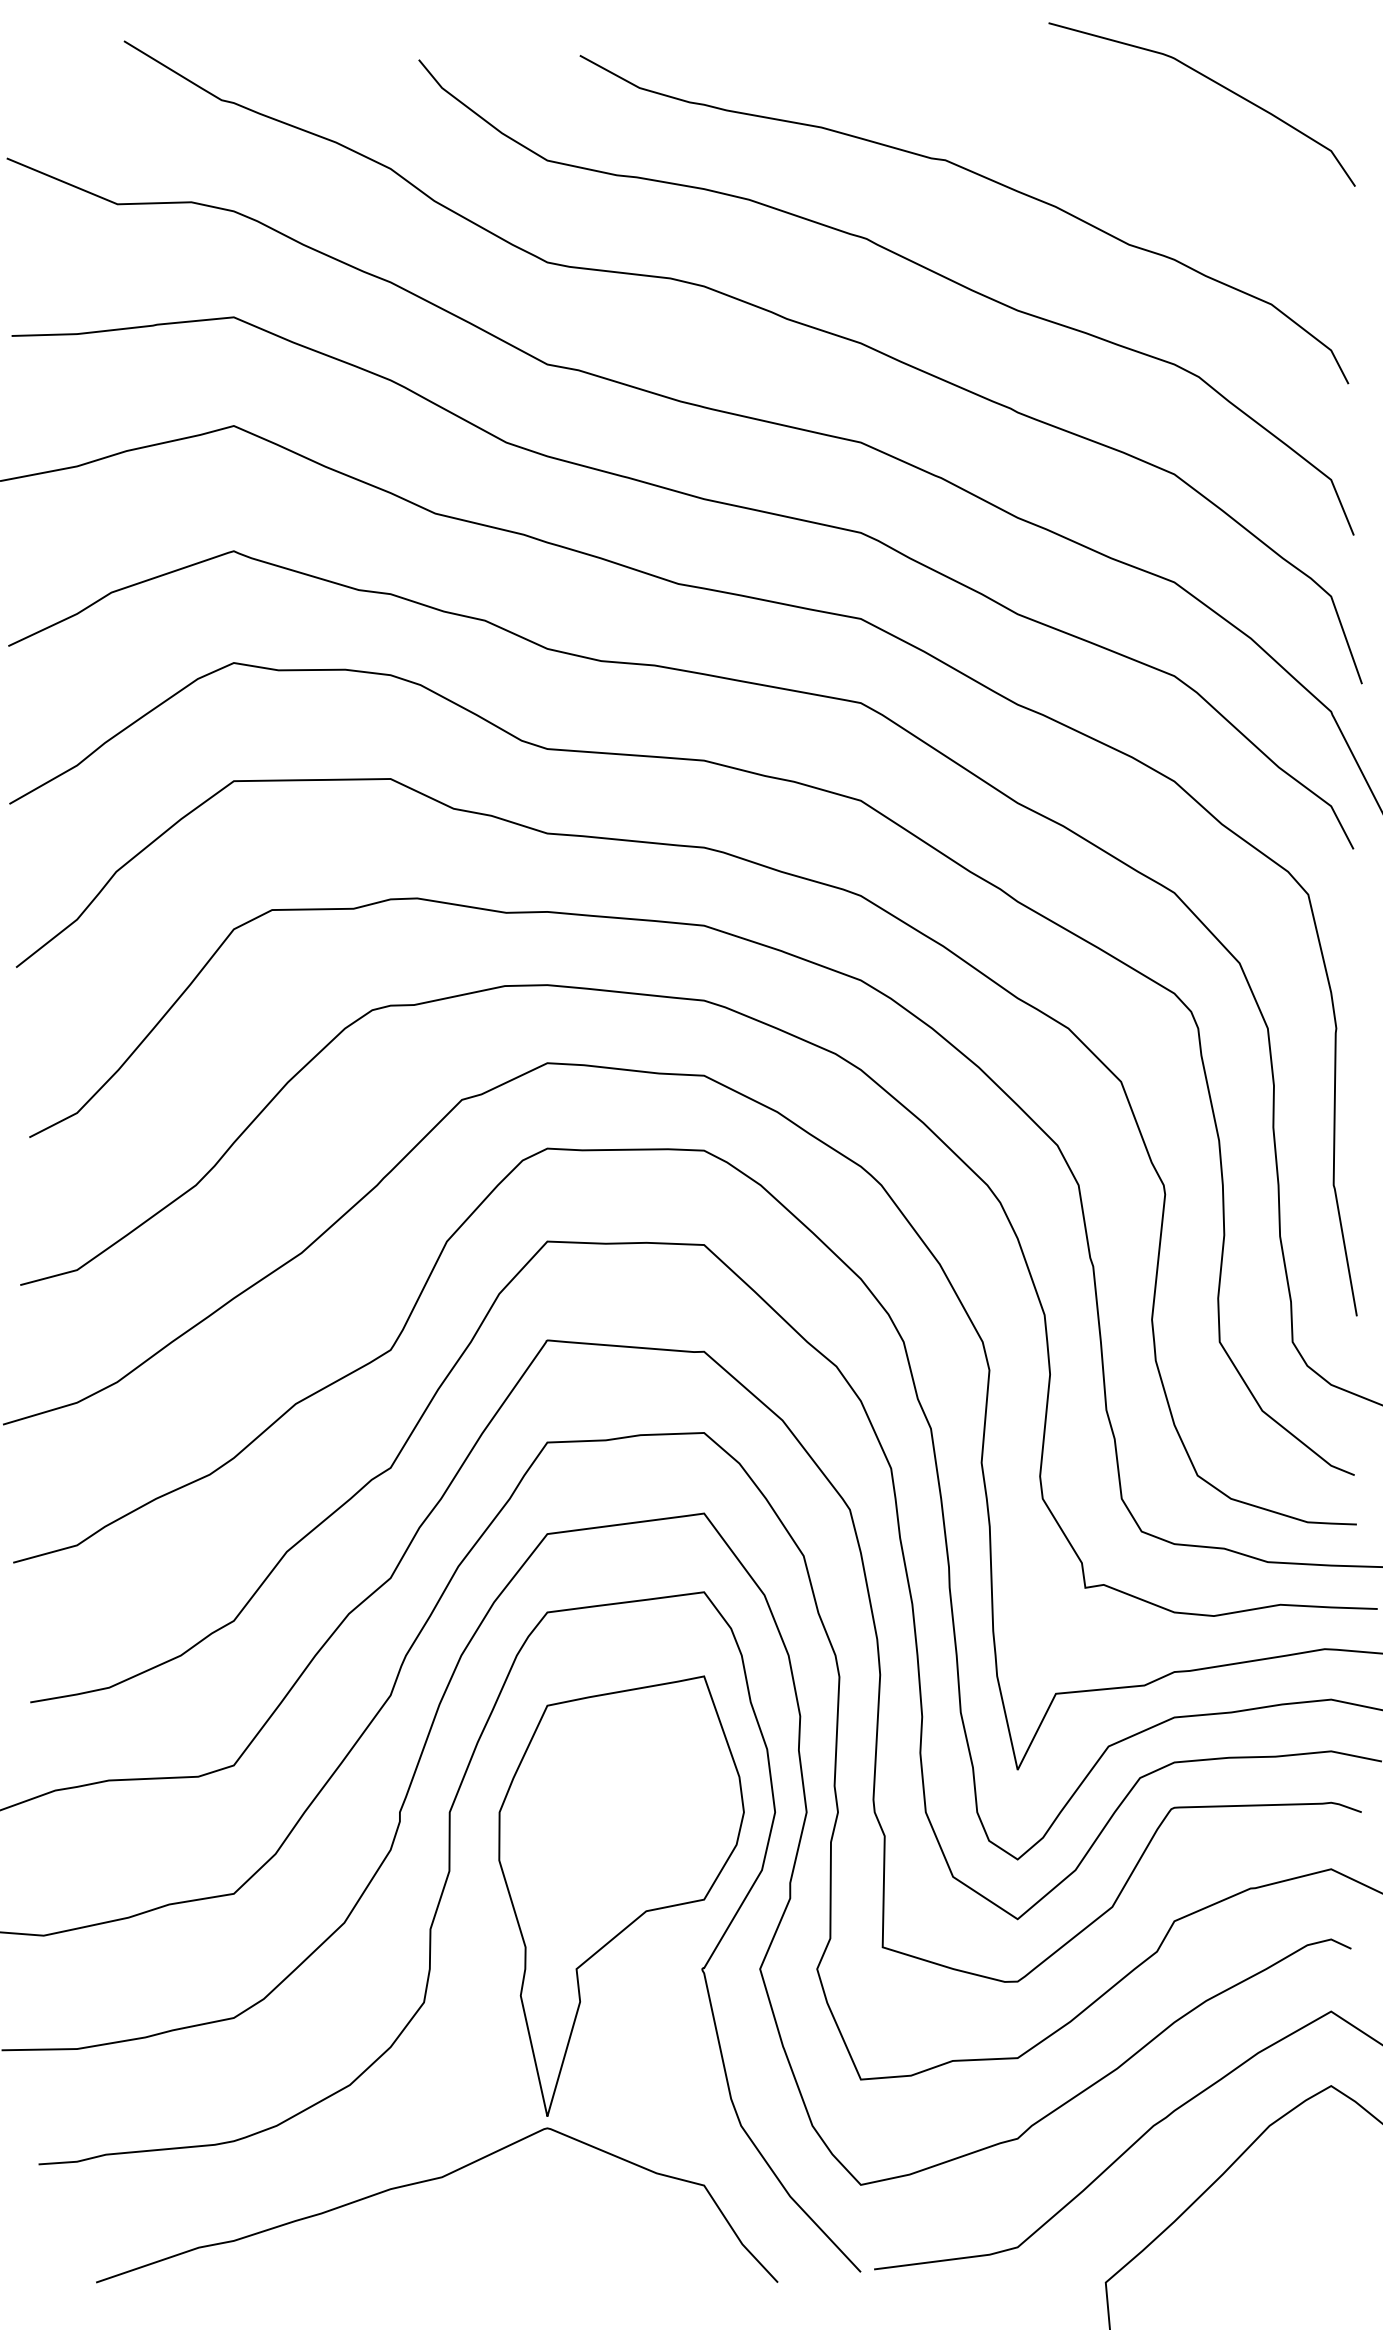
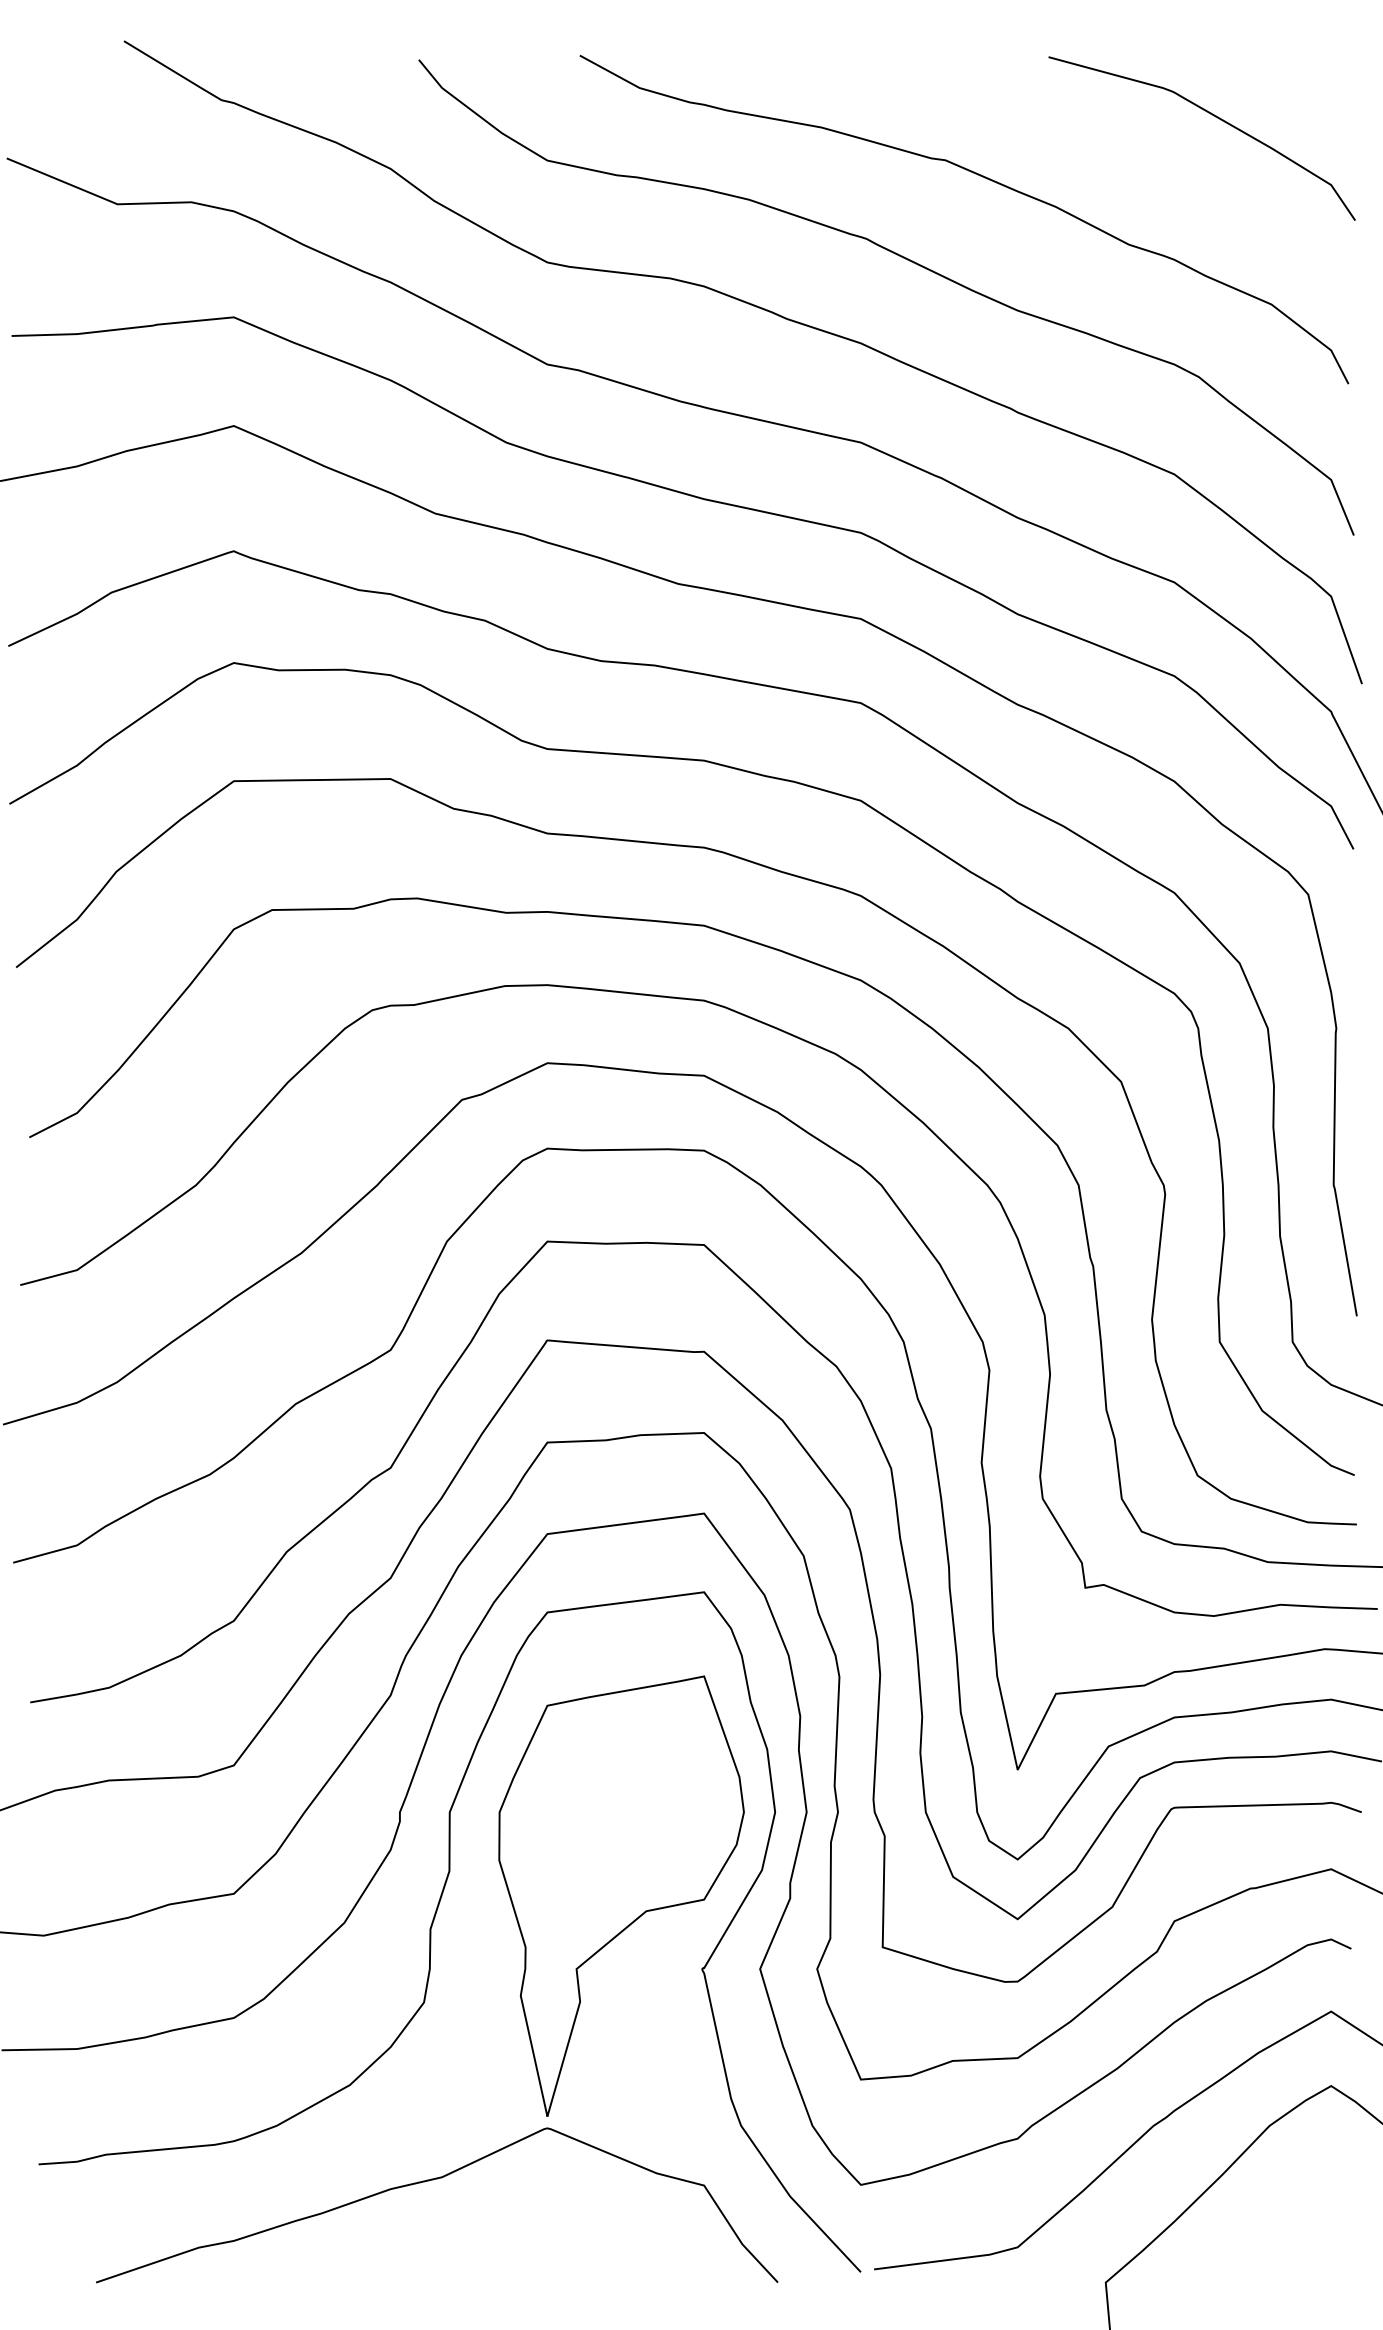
curve at (1213, 82) position: (1213, 82) -> (1213, 116)
